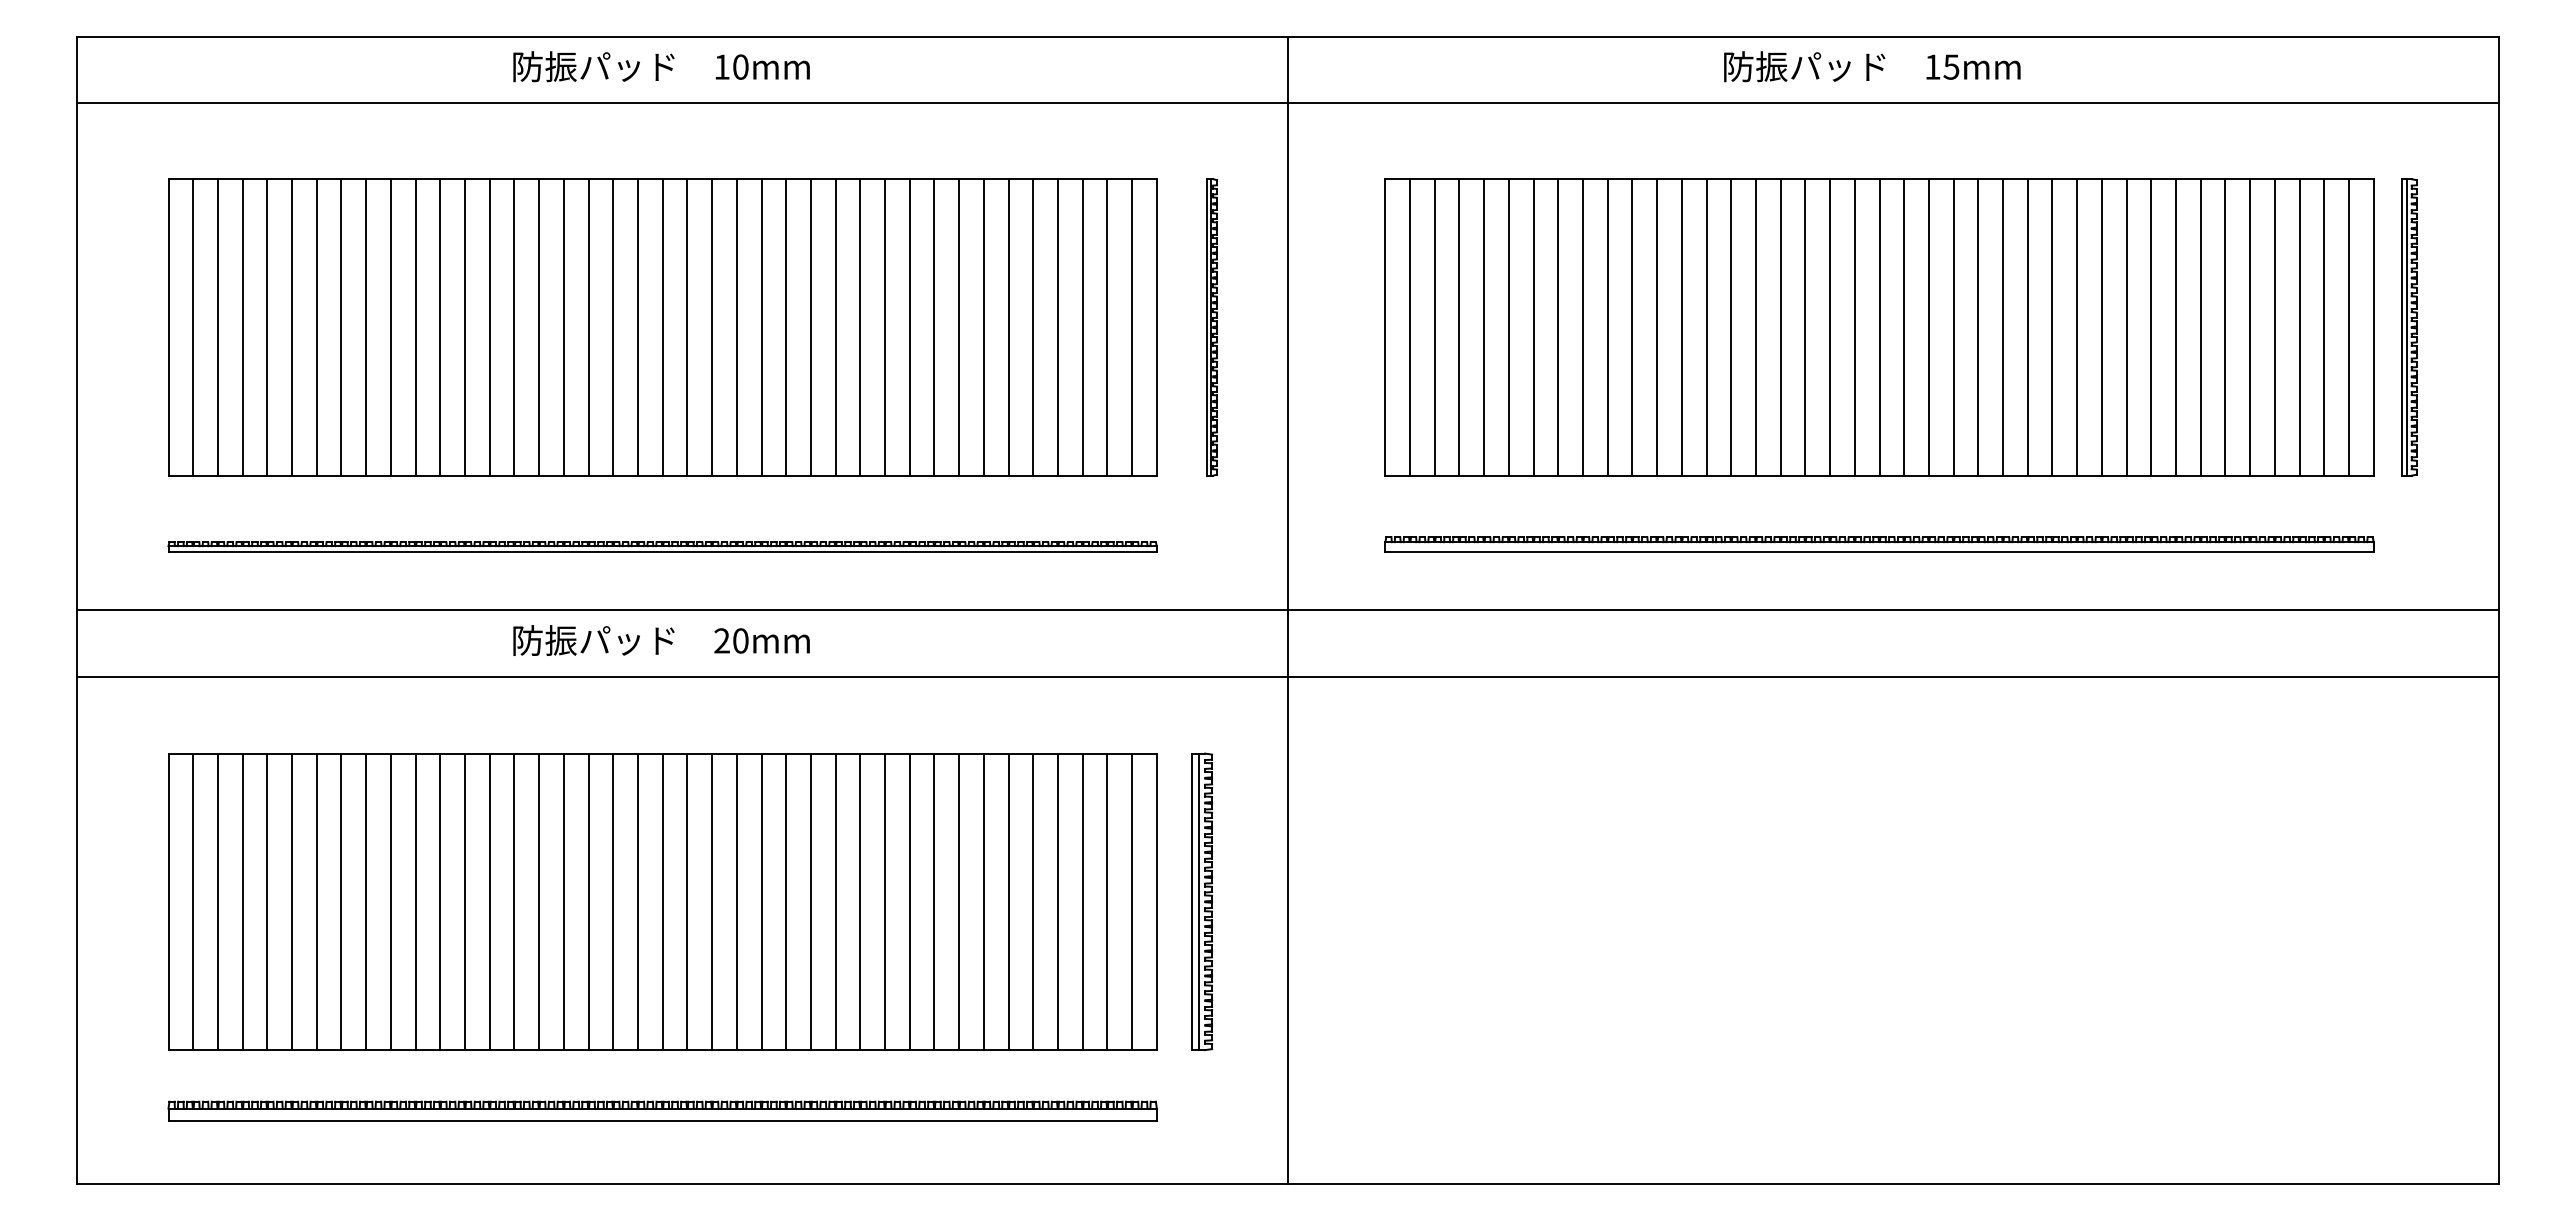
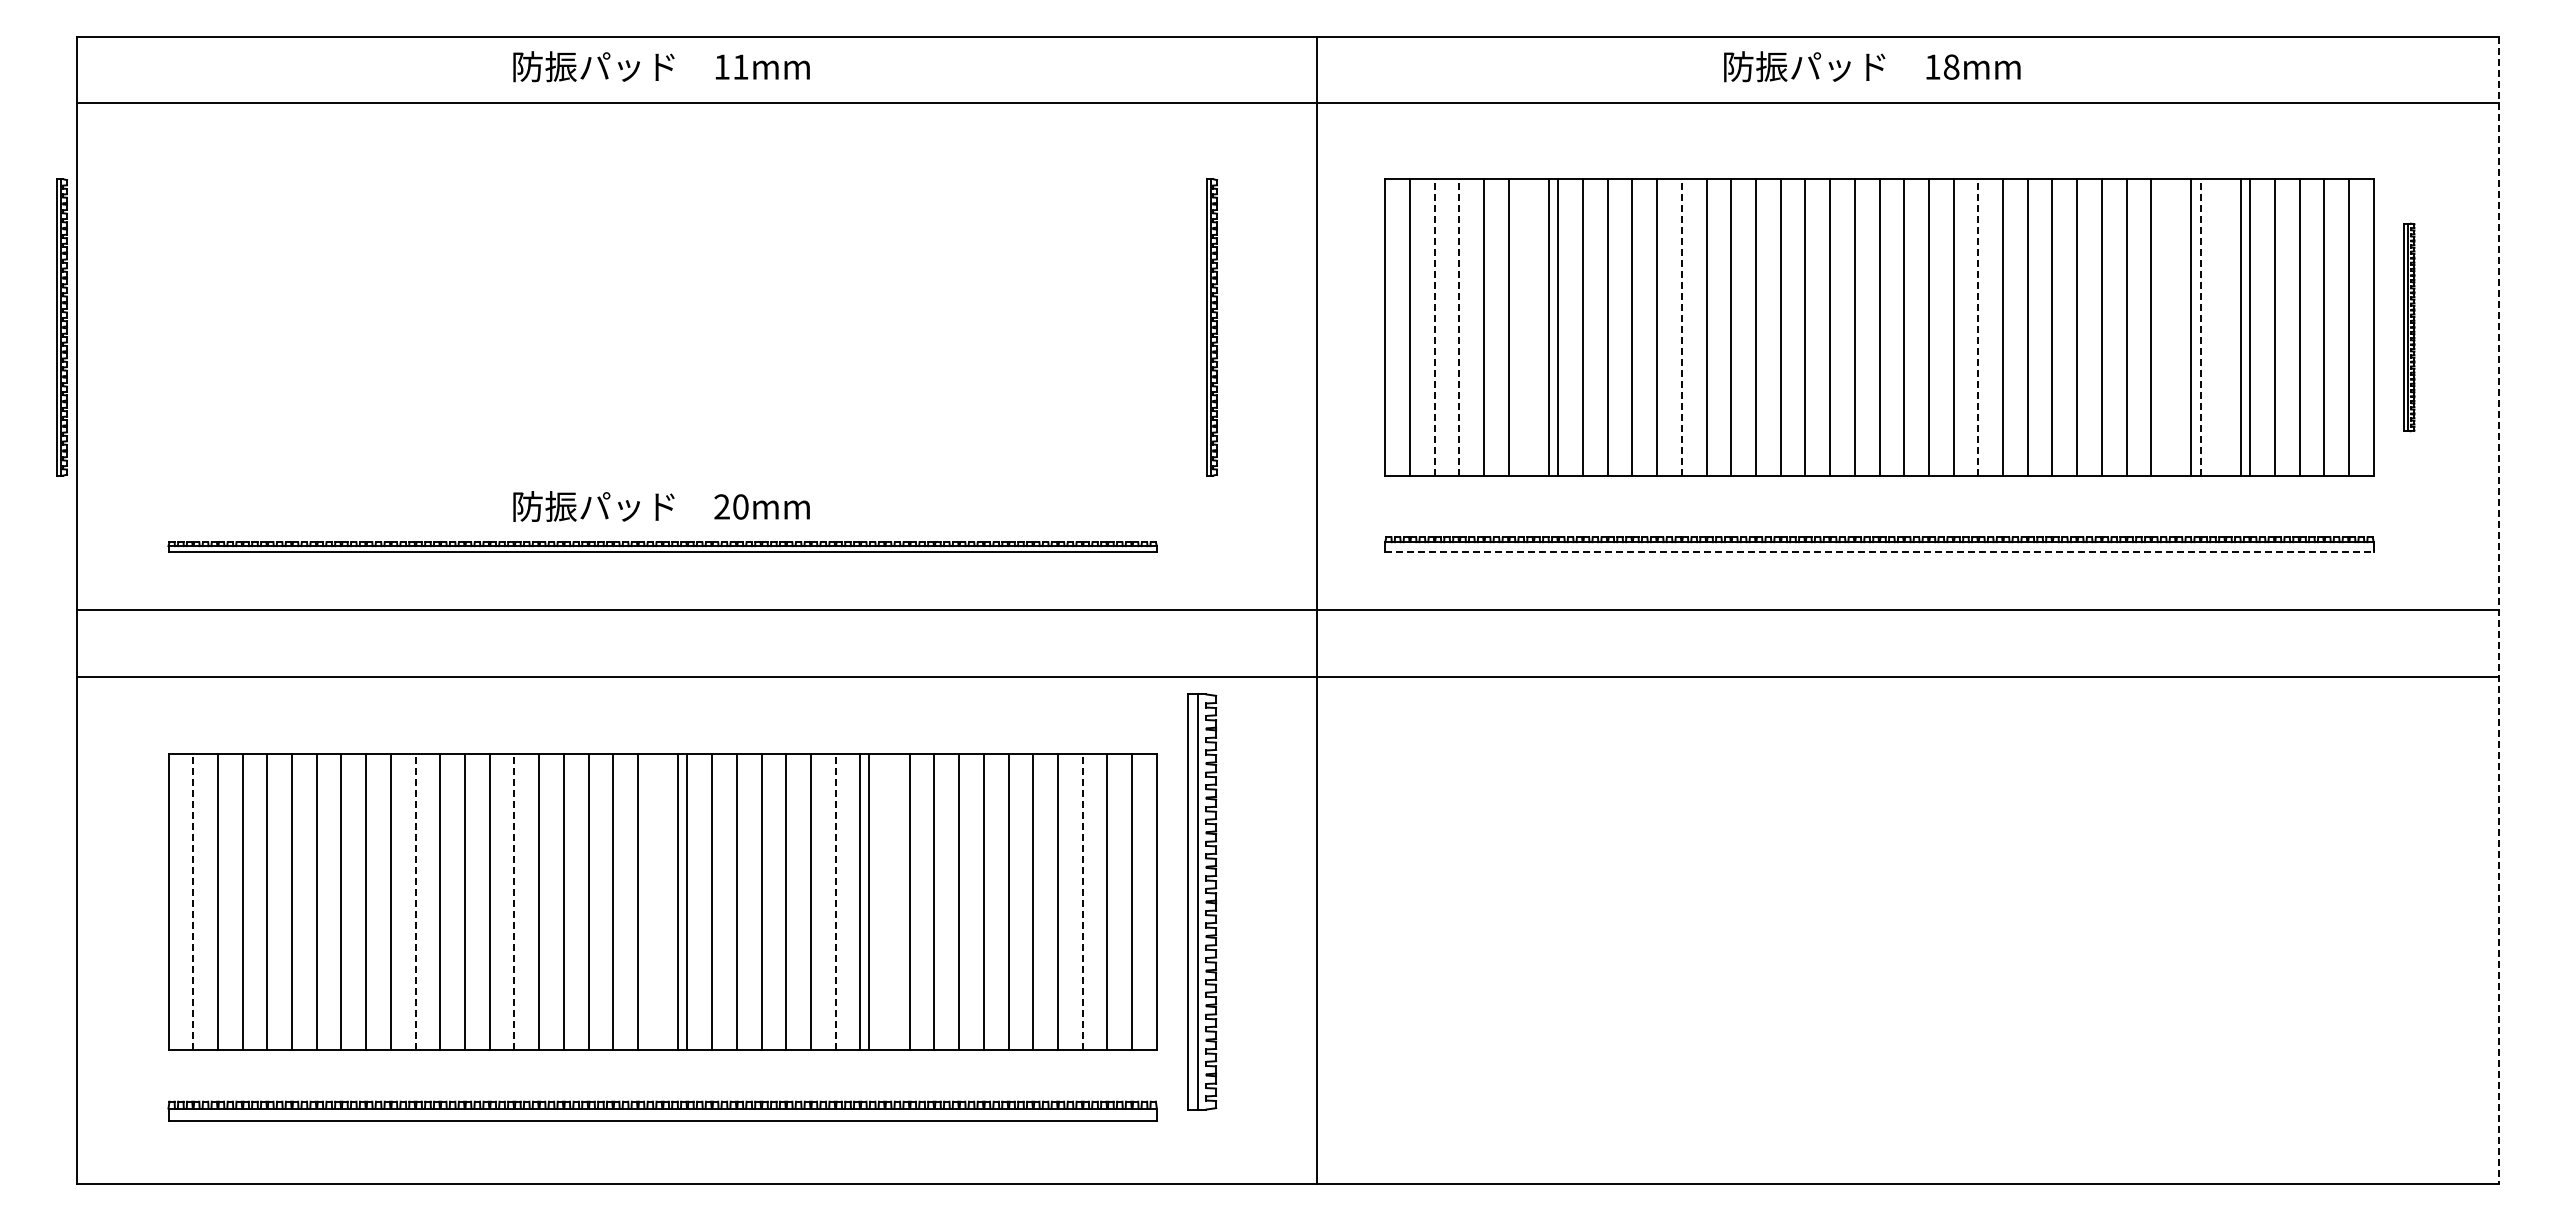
text at (740, 66): 10mm -> 11mm
text at (1951, 66): 15mm -> 18mm
line at (1434, 326): solid -> dashed
line at (1459, 326): solid -> dashed
line at (1681, 326): solid -> dashed
line at (1978, 326): solid -> dashed
line at (2200, 326): solid -> dashed
part at (61, 327): none -> present
part at (662, 327): present -> none
line at (1533, 327) position: (1533, 327) -> (1548, 327)
line at (2176, 327) position: (2176, 327) -> (2191, 327)
line at (2225, 327) position: (2225, 327) -> (2241, 327)
part at (2409, 327) size: 17x299 px -> 13x211 px
line at (1880, 552): solid -> dashed
line at (1288, 610) position: (1288, 610) -> (1317, 610)
line at (2498, 610): solid -> dashed
text at (661, 640) position: (661, 640) -> (661, 506)
line at (193, 901): solid -> dashed
line at (415, 901): solid -> dashed
line at (514, 901): solid -> dashed
line at (662, 901) position: (662, 901) -> (677, 901)
line at (835, 901): solid -> dashed
line at (885, 901) position: (885, 901) -> (869, 901)
line at (1082, 901): solid -> dashed
part at (1201, 901) size: 22x299 px -> 31x418 px
